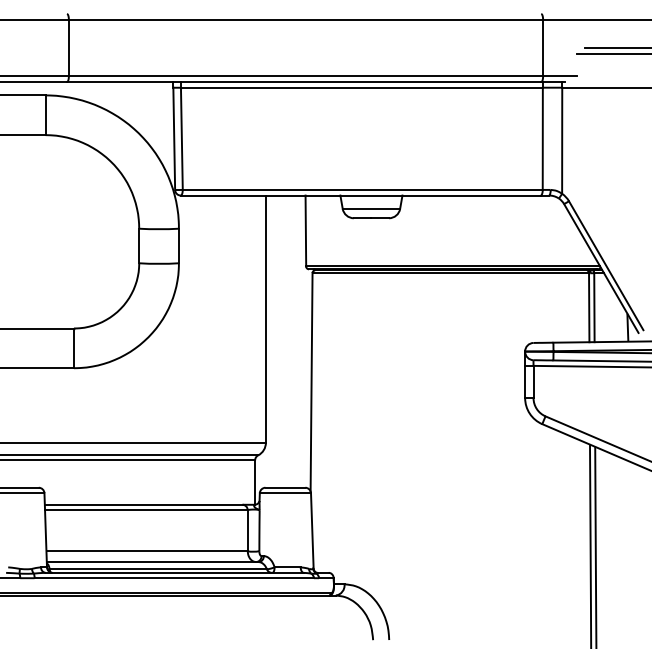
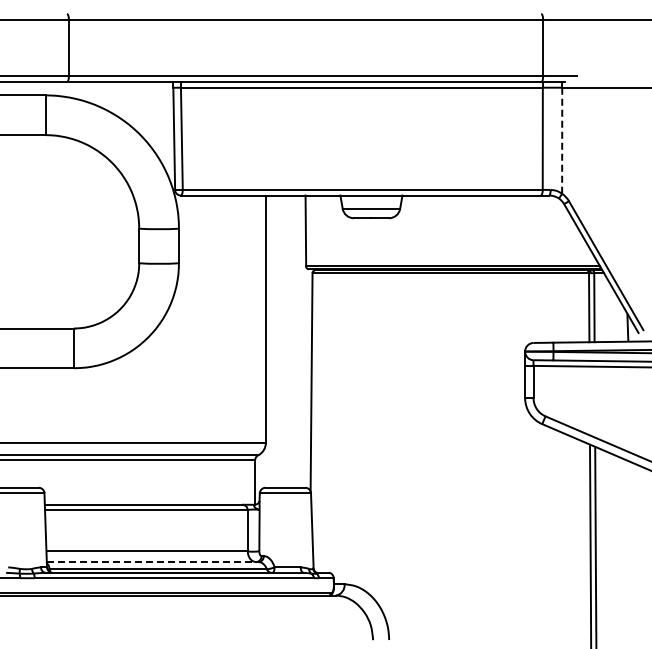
line at (616, 48): present -> none
line at (612, 53): present -> none
line at (562, 141): solid -> dashed
line at (153, 562): solid -> dashed
